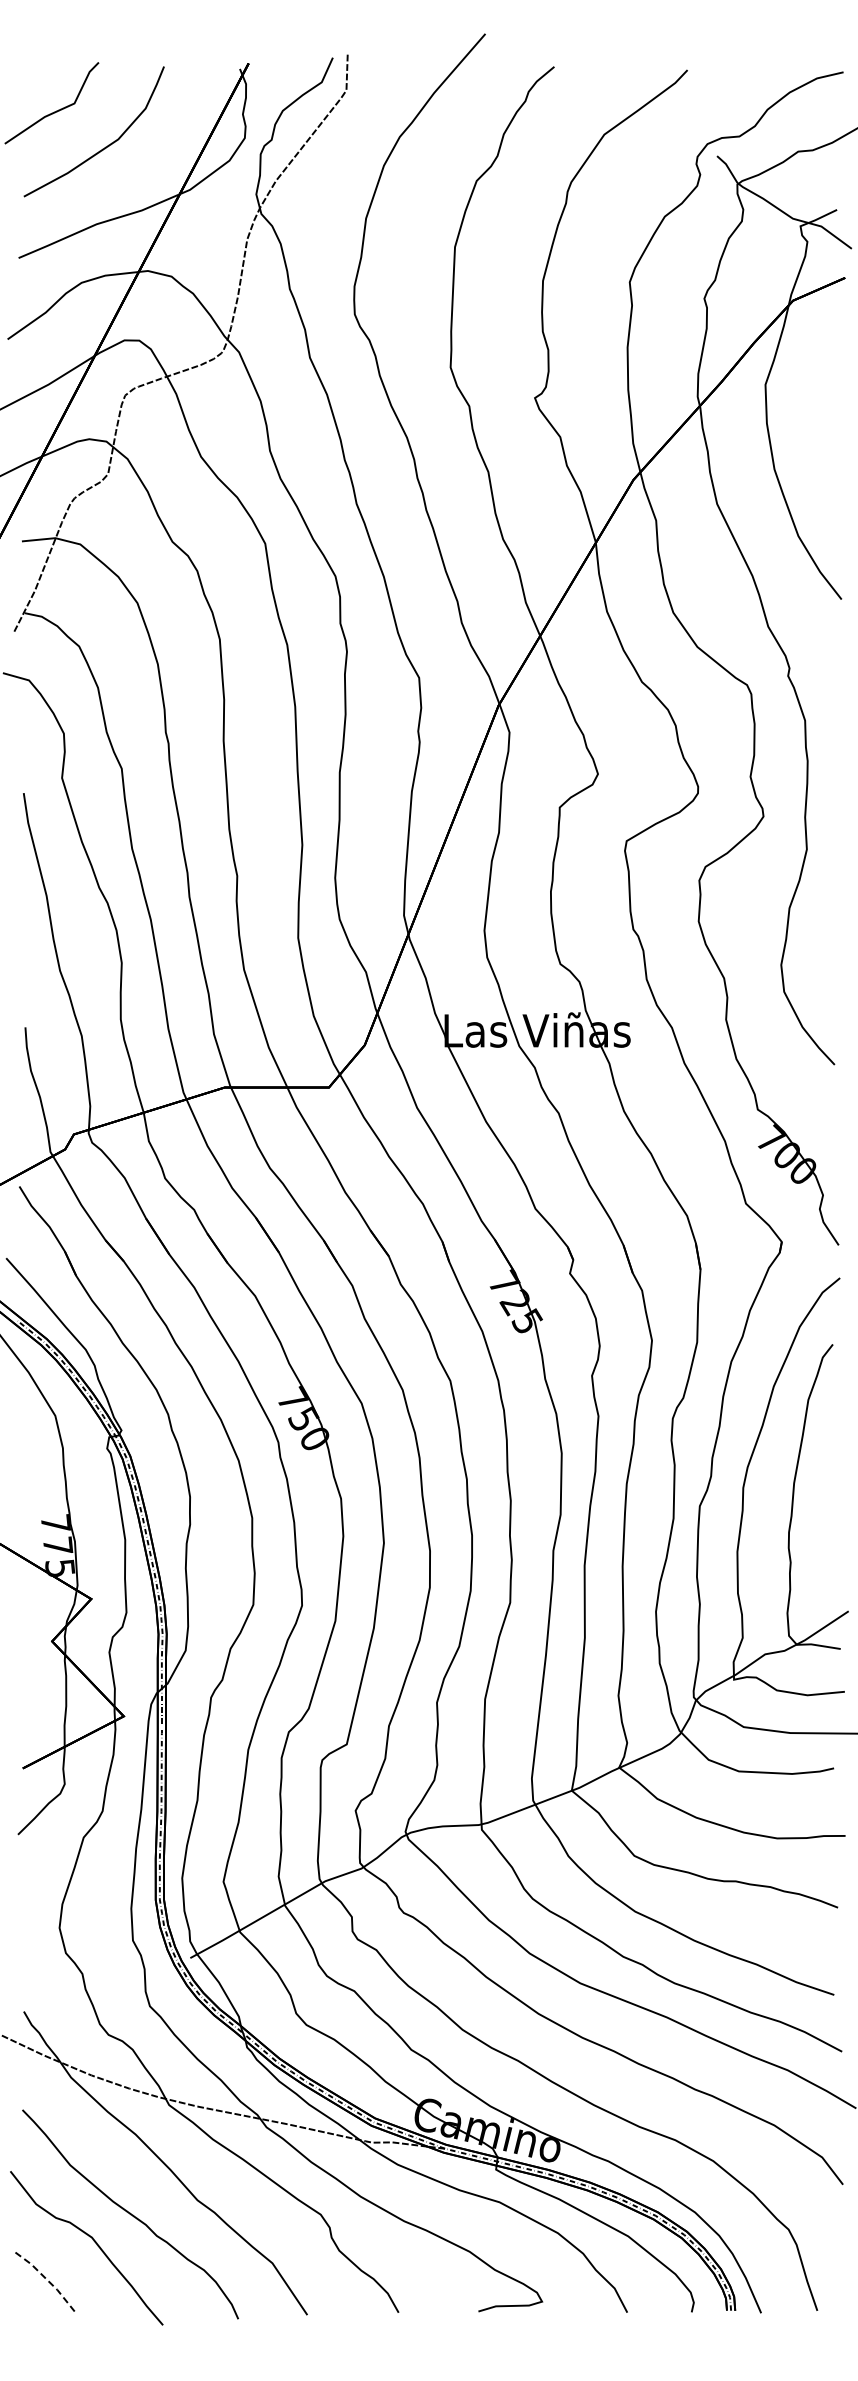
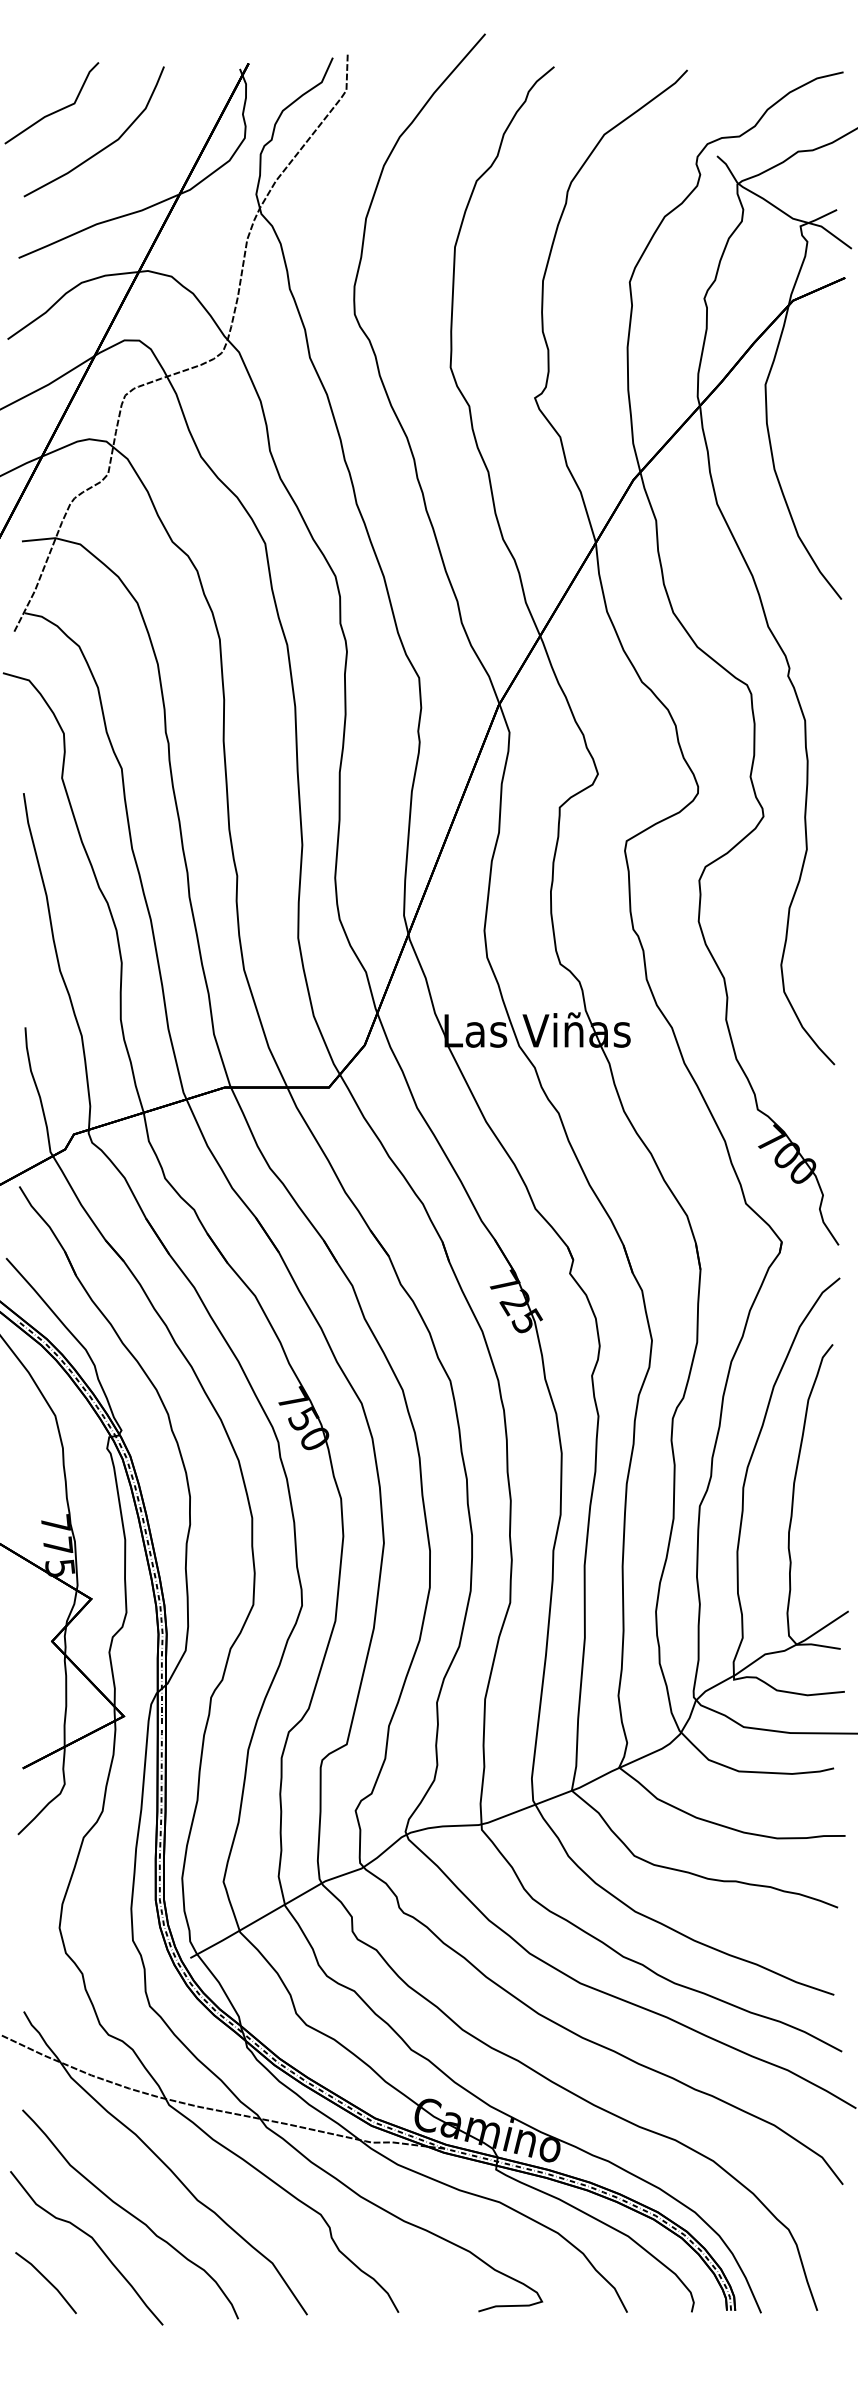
line at (48, 2280): dashed -> solid
